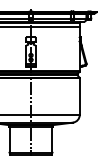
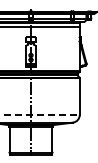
line at (39, 114): solid -> dashed
